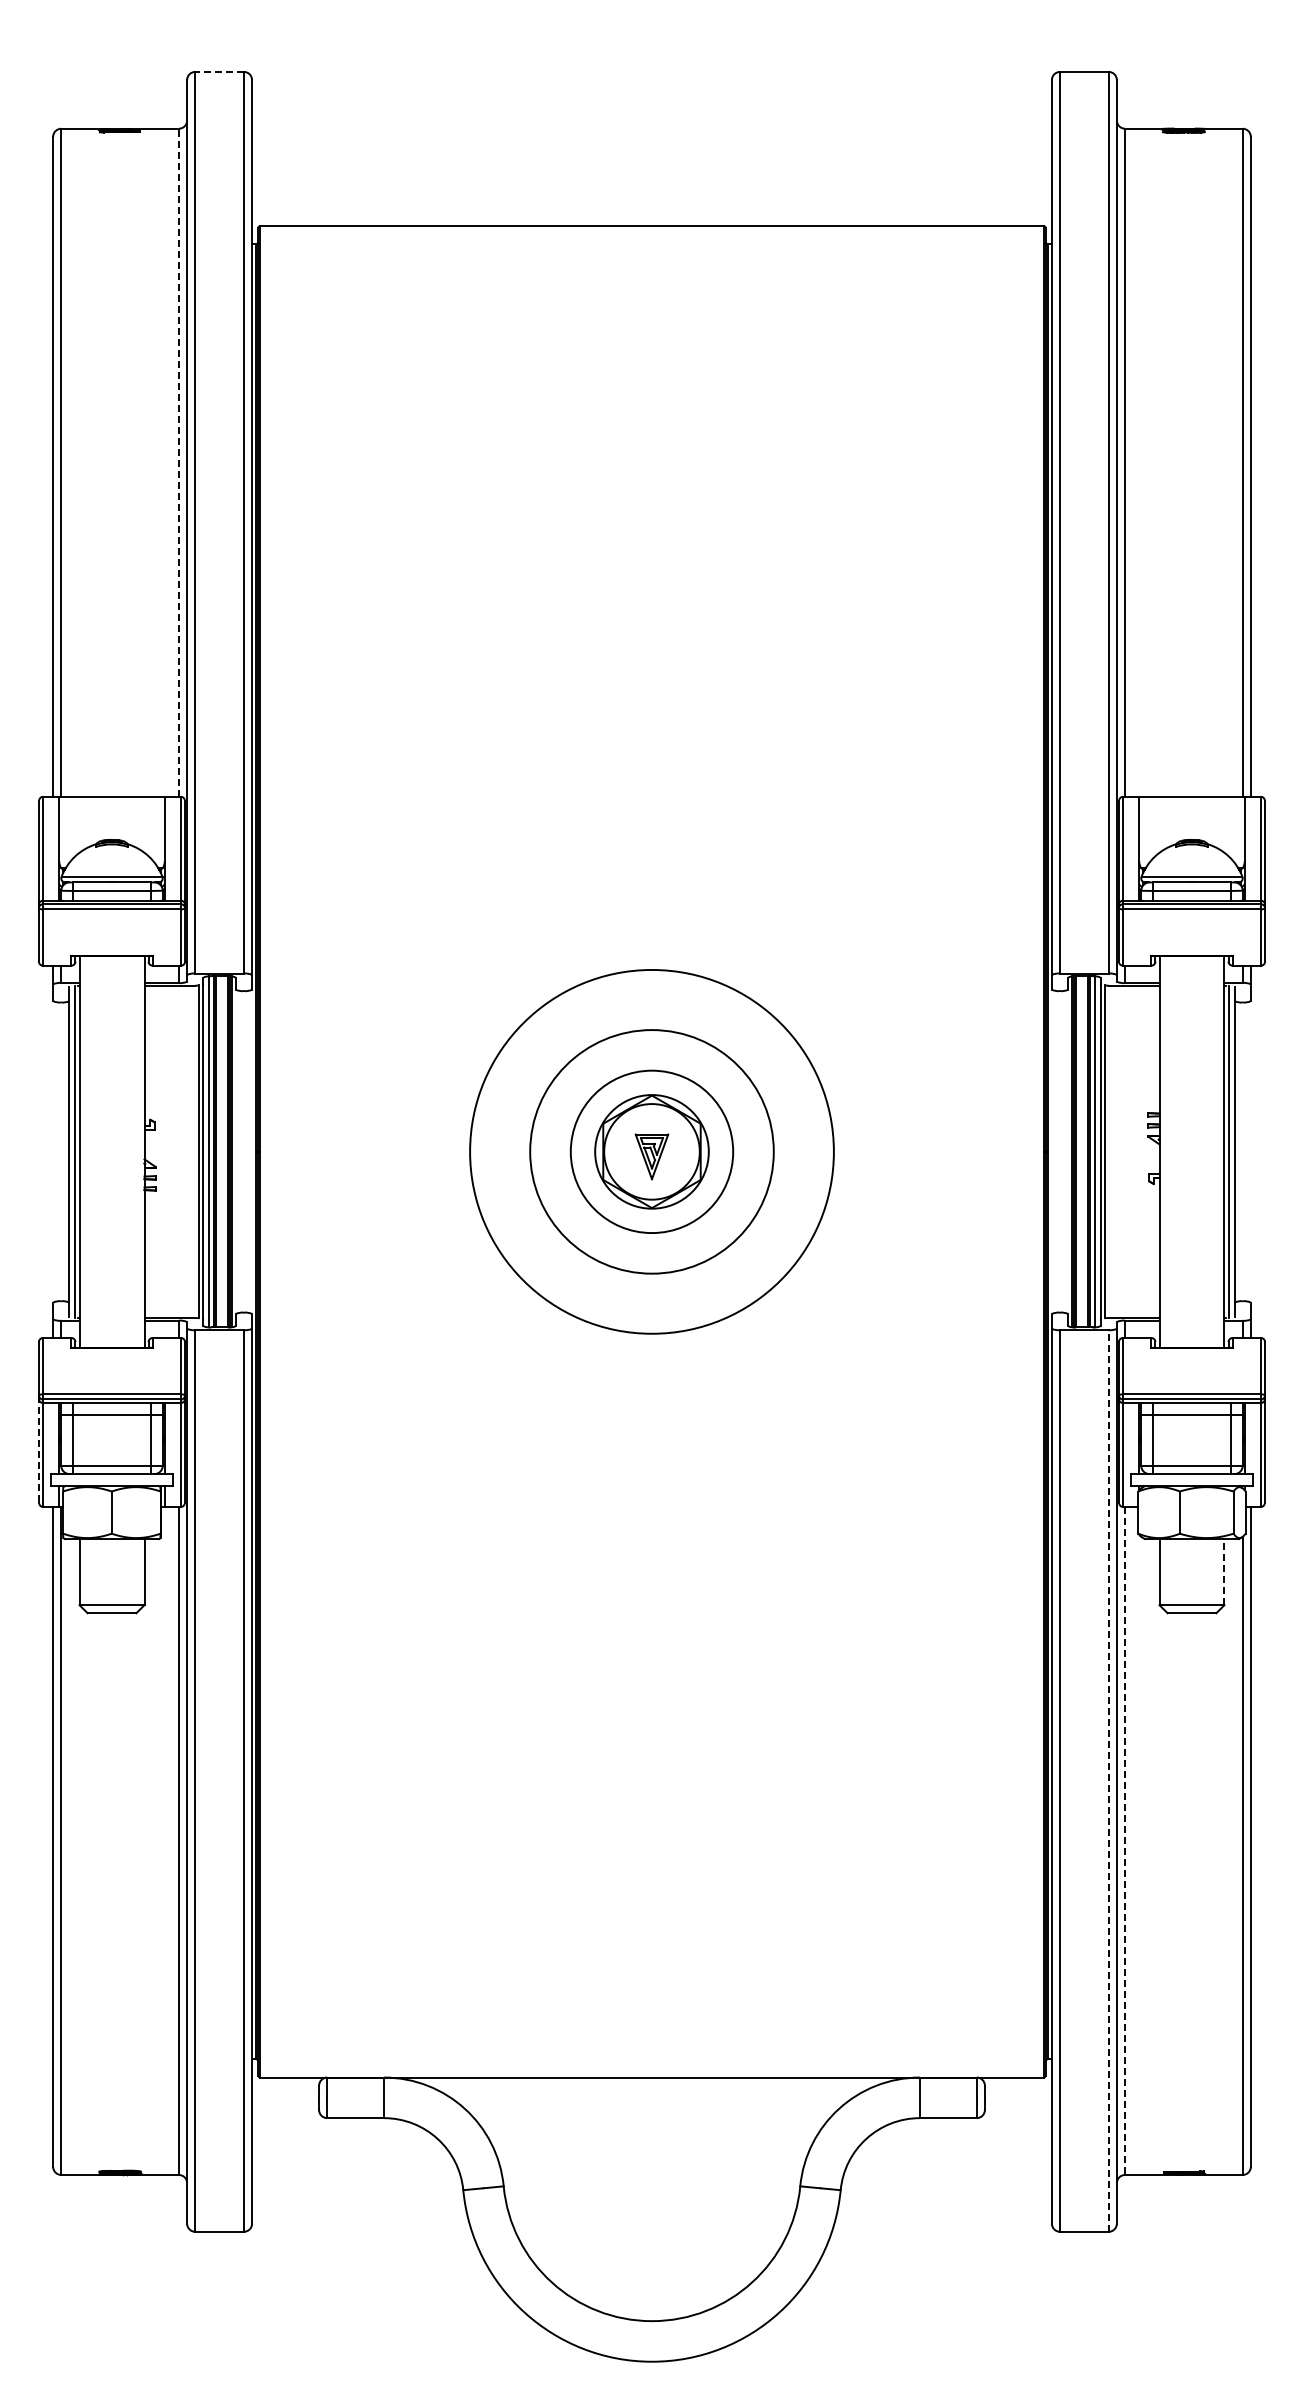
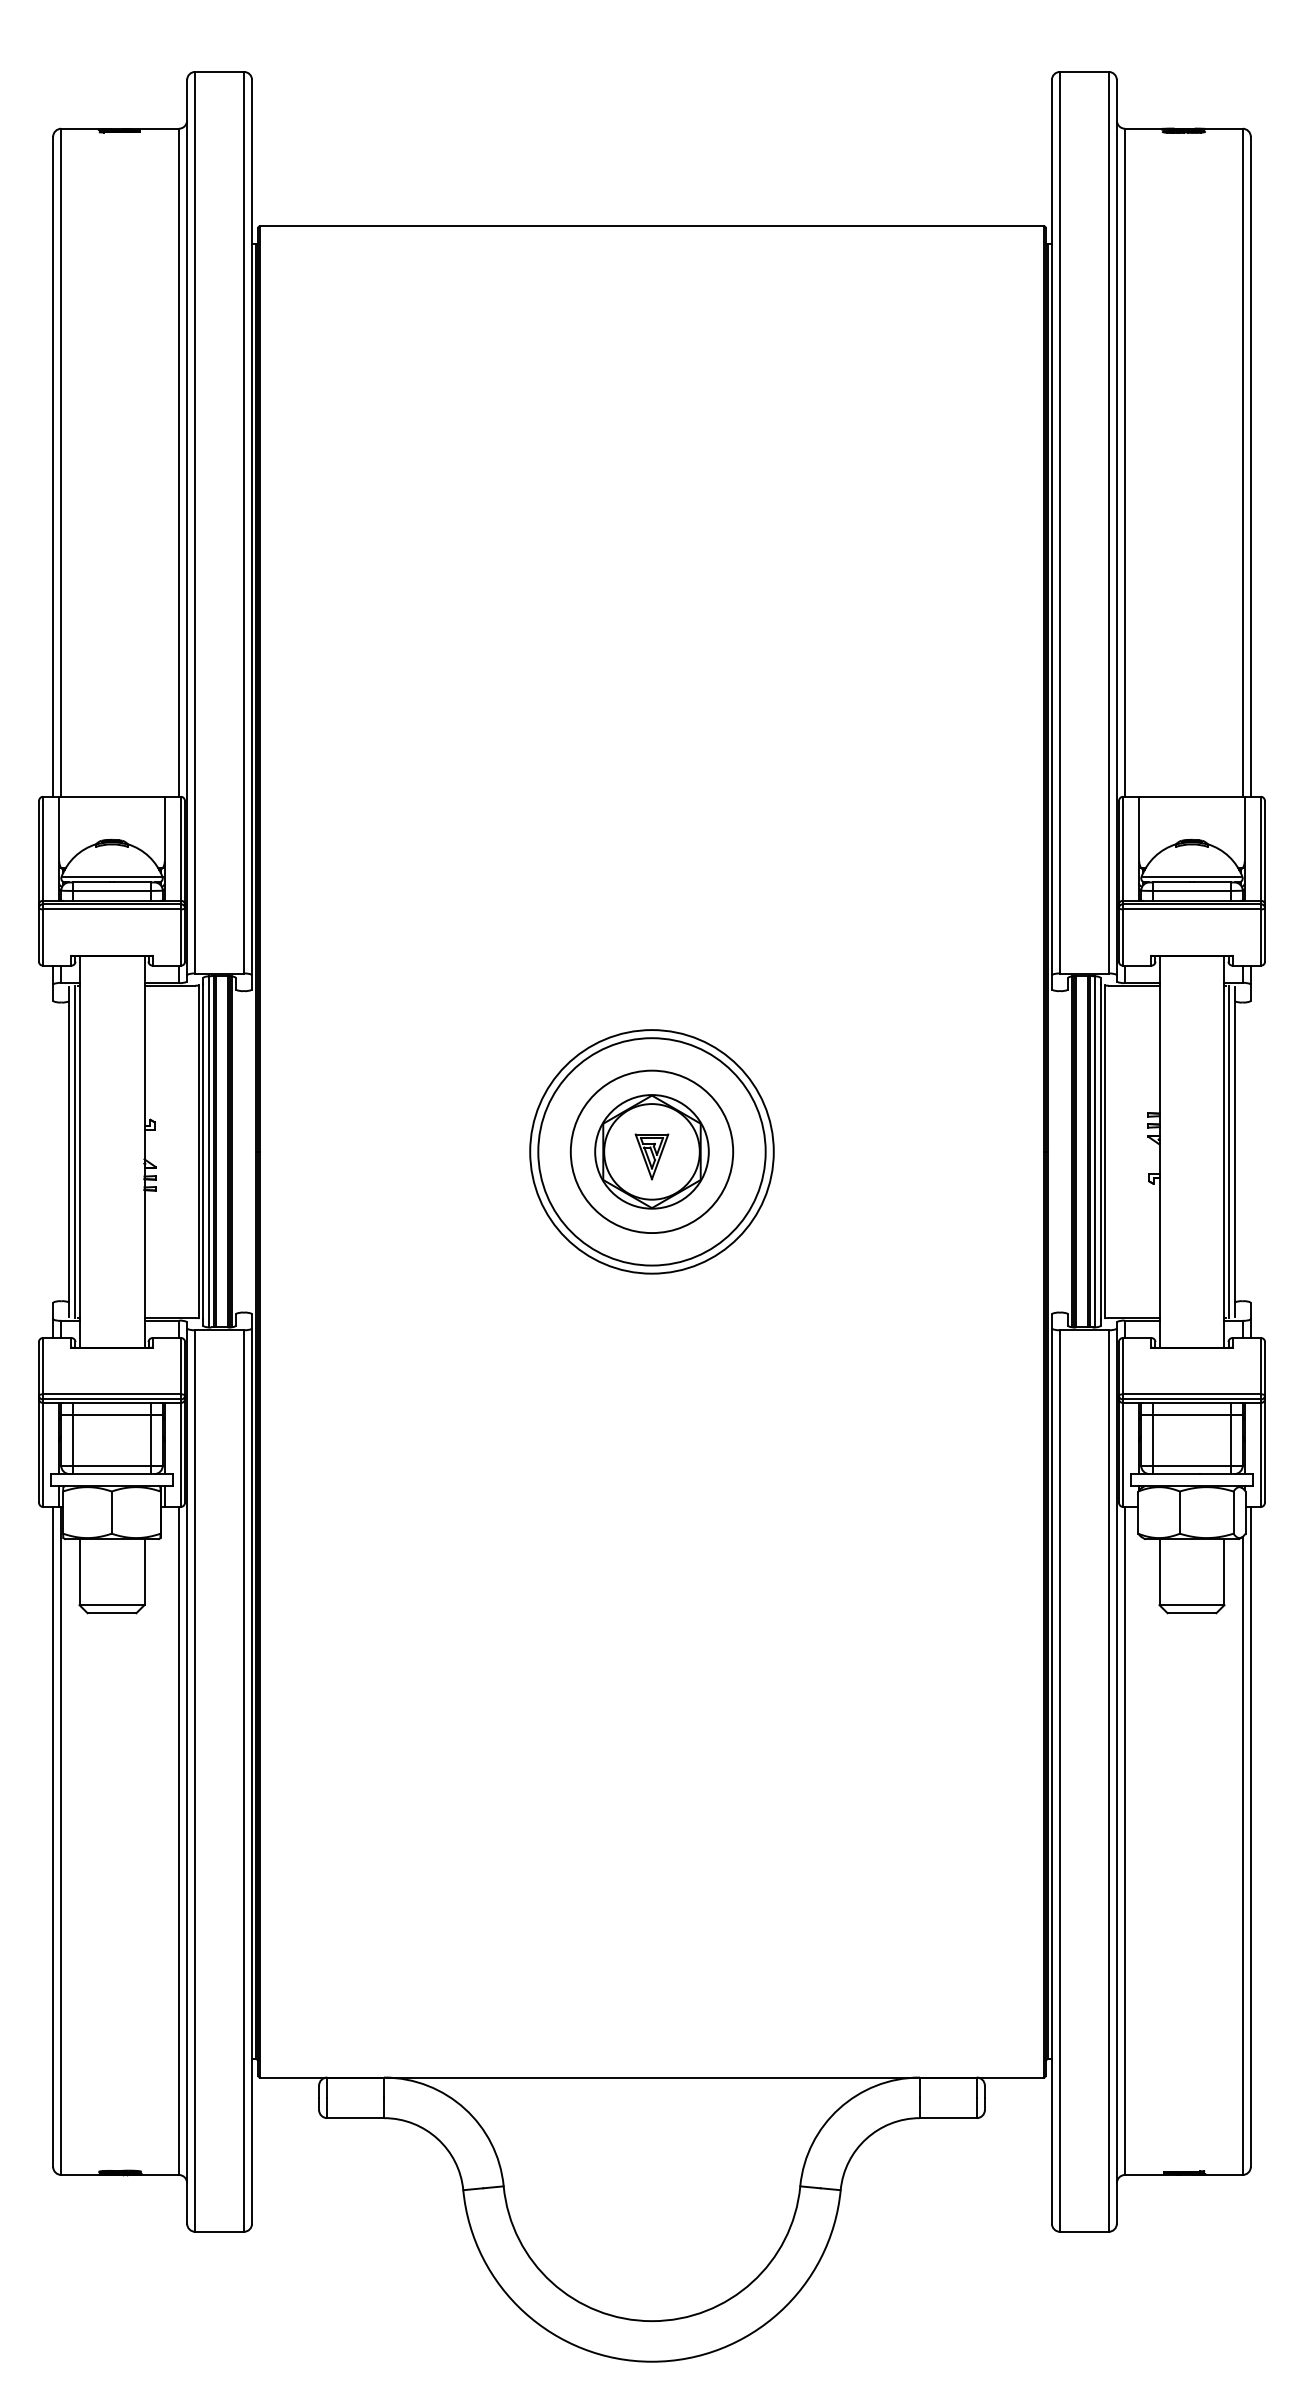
line at (219, 71): dashed -> solid
line at (179, 462): dashed -> solid
circle at (651, 1151) diameter: 364 px -> 227 px
line at (38, 1450): dashed -> solid
line at (1224, 1571): dashed -> solid
line at (1108, 1780): dashed -> solid
line at (1125, 1841): dashed -> solid
